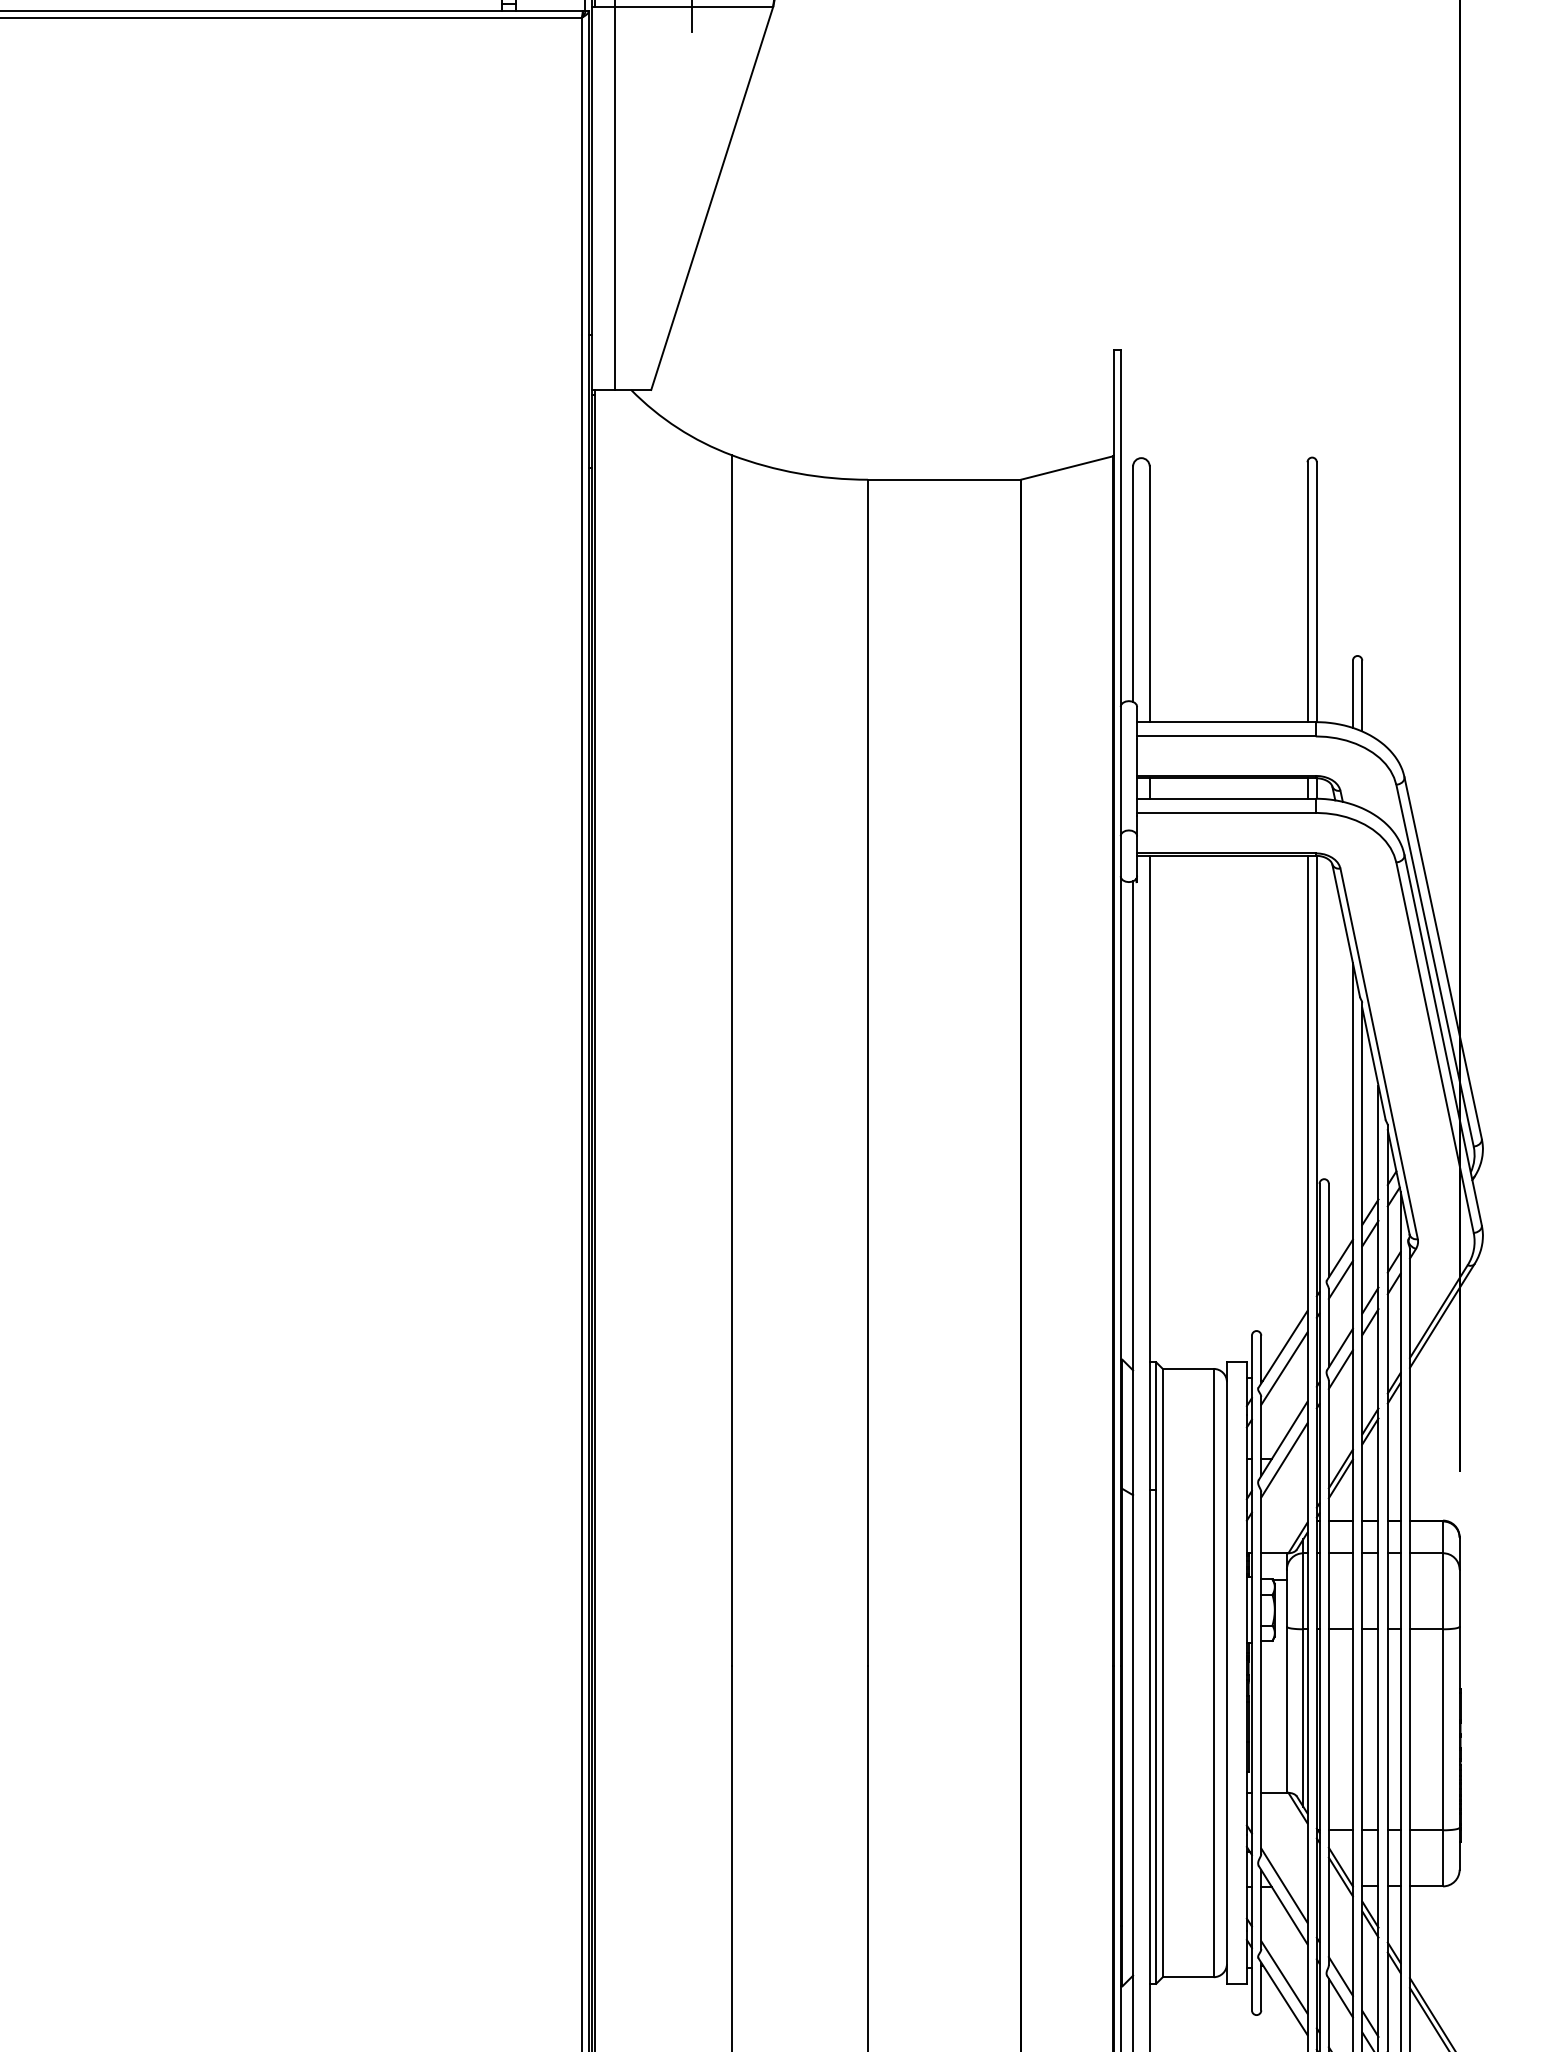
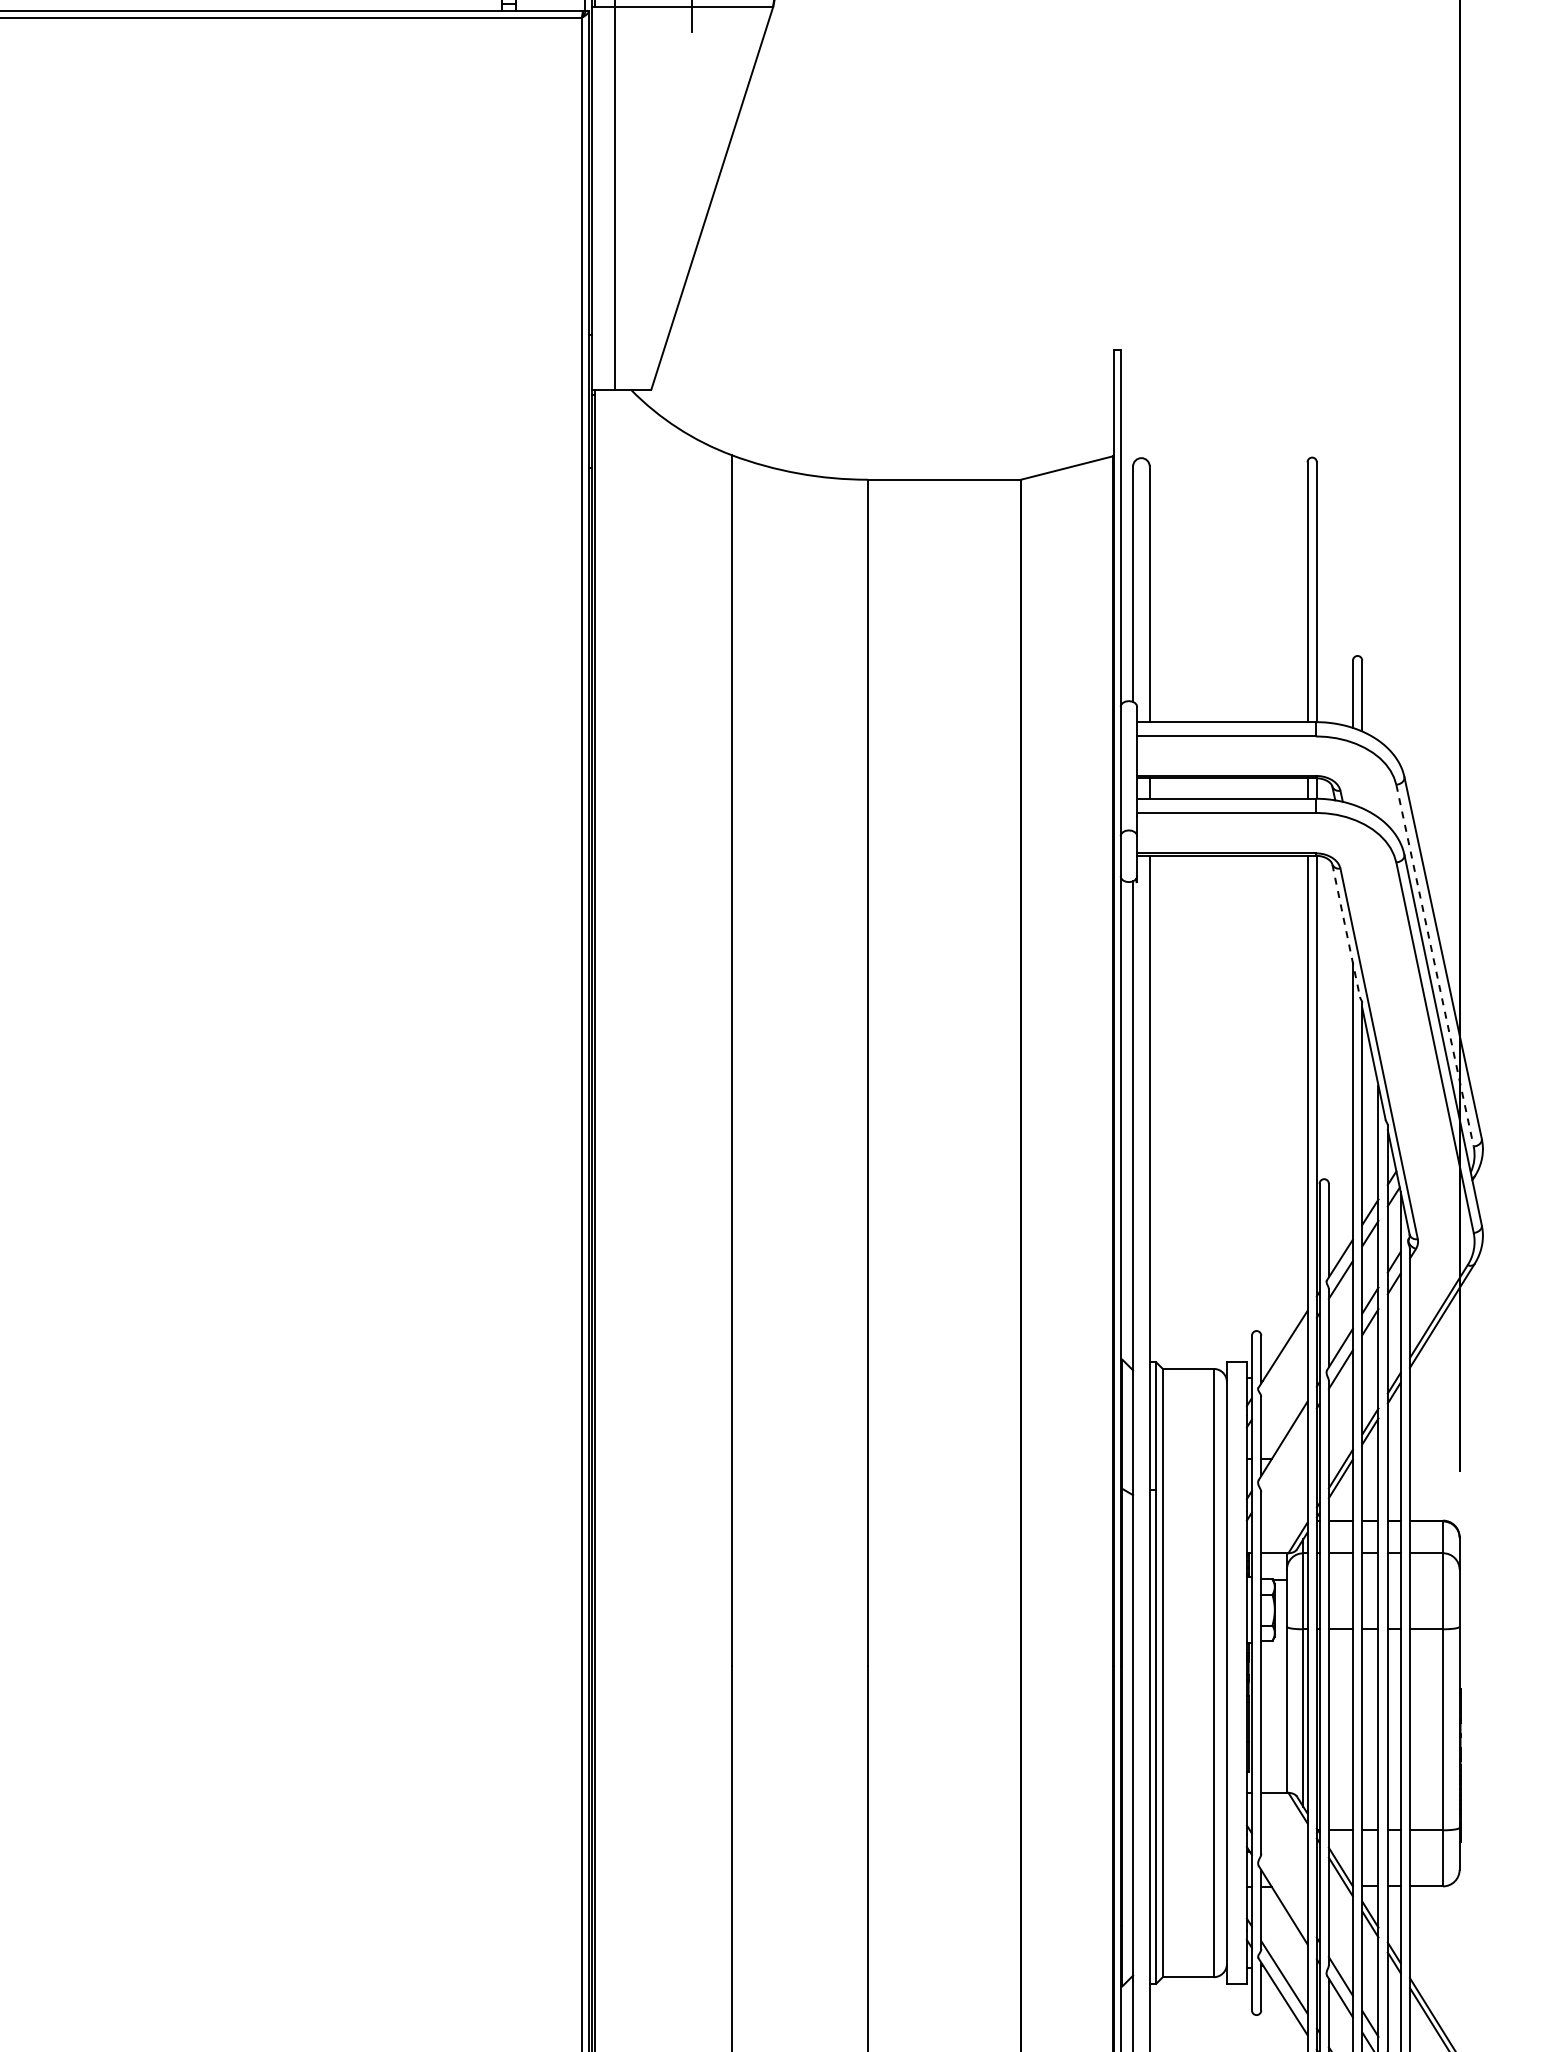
line at (1346, 930): solid -> dashed
line at (1435, 965): solid -> dashed
line at (1284, 1368): present -> none
line at (1284, 1460): present -> none
line at (1284, 1885): present -> none
